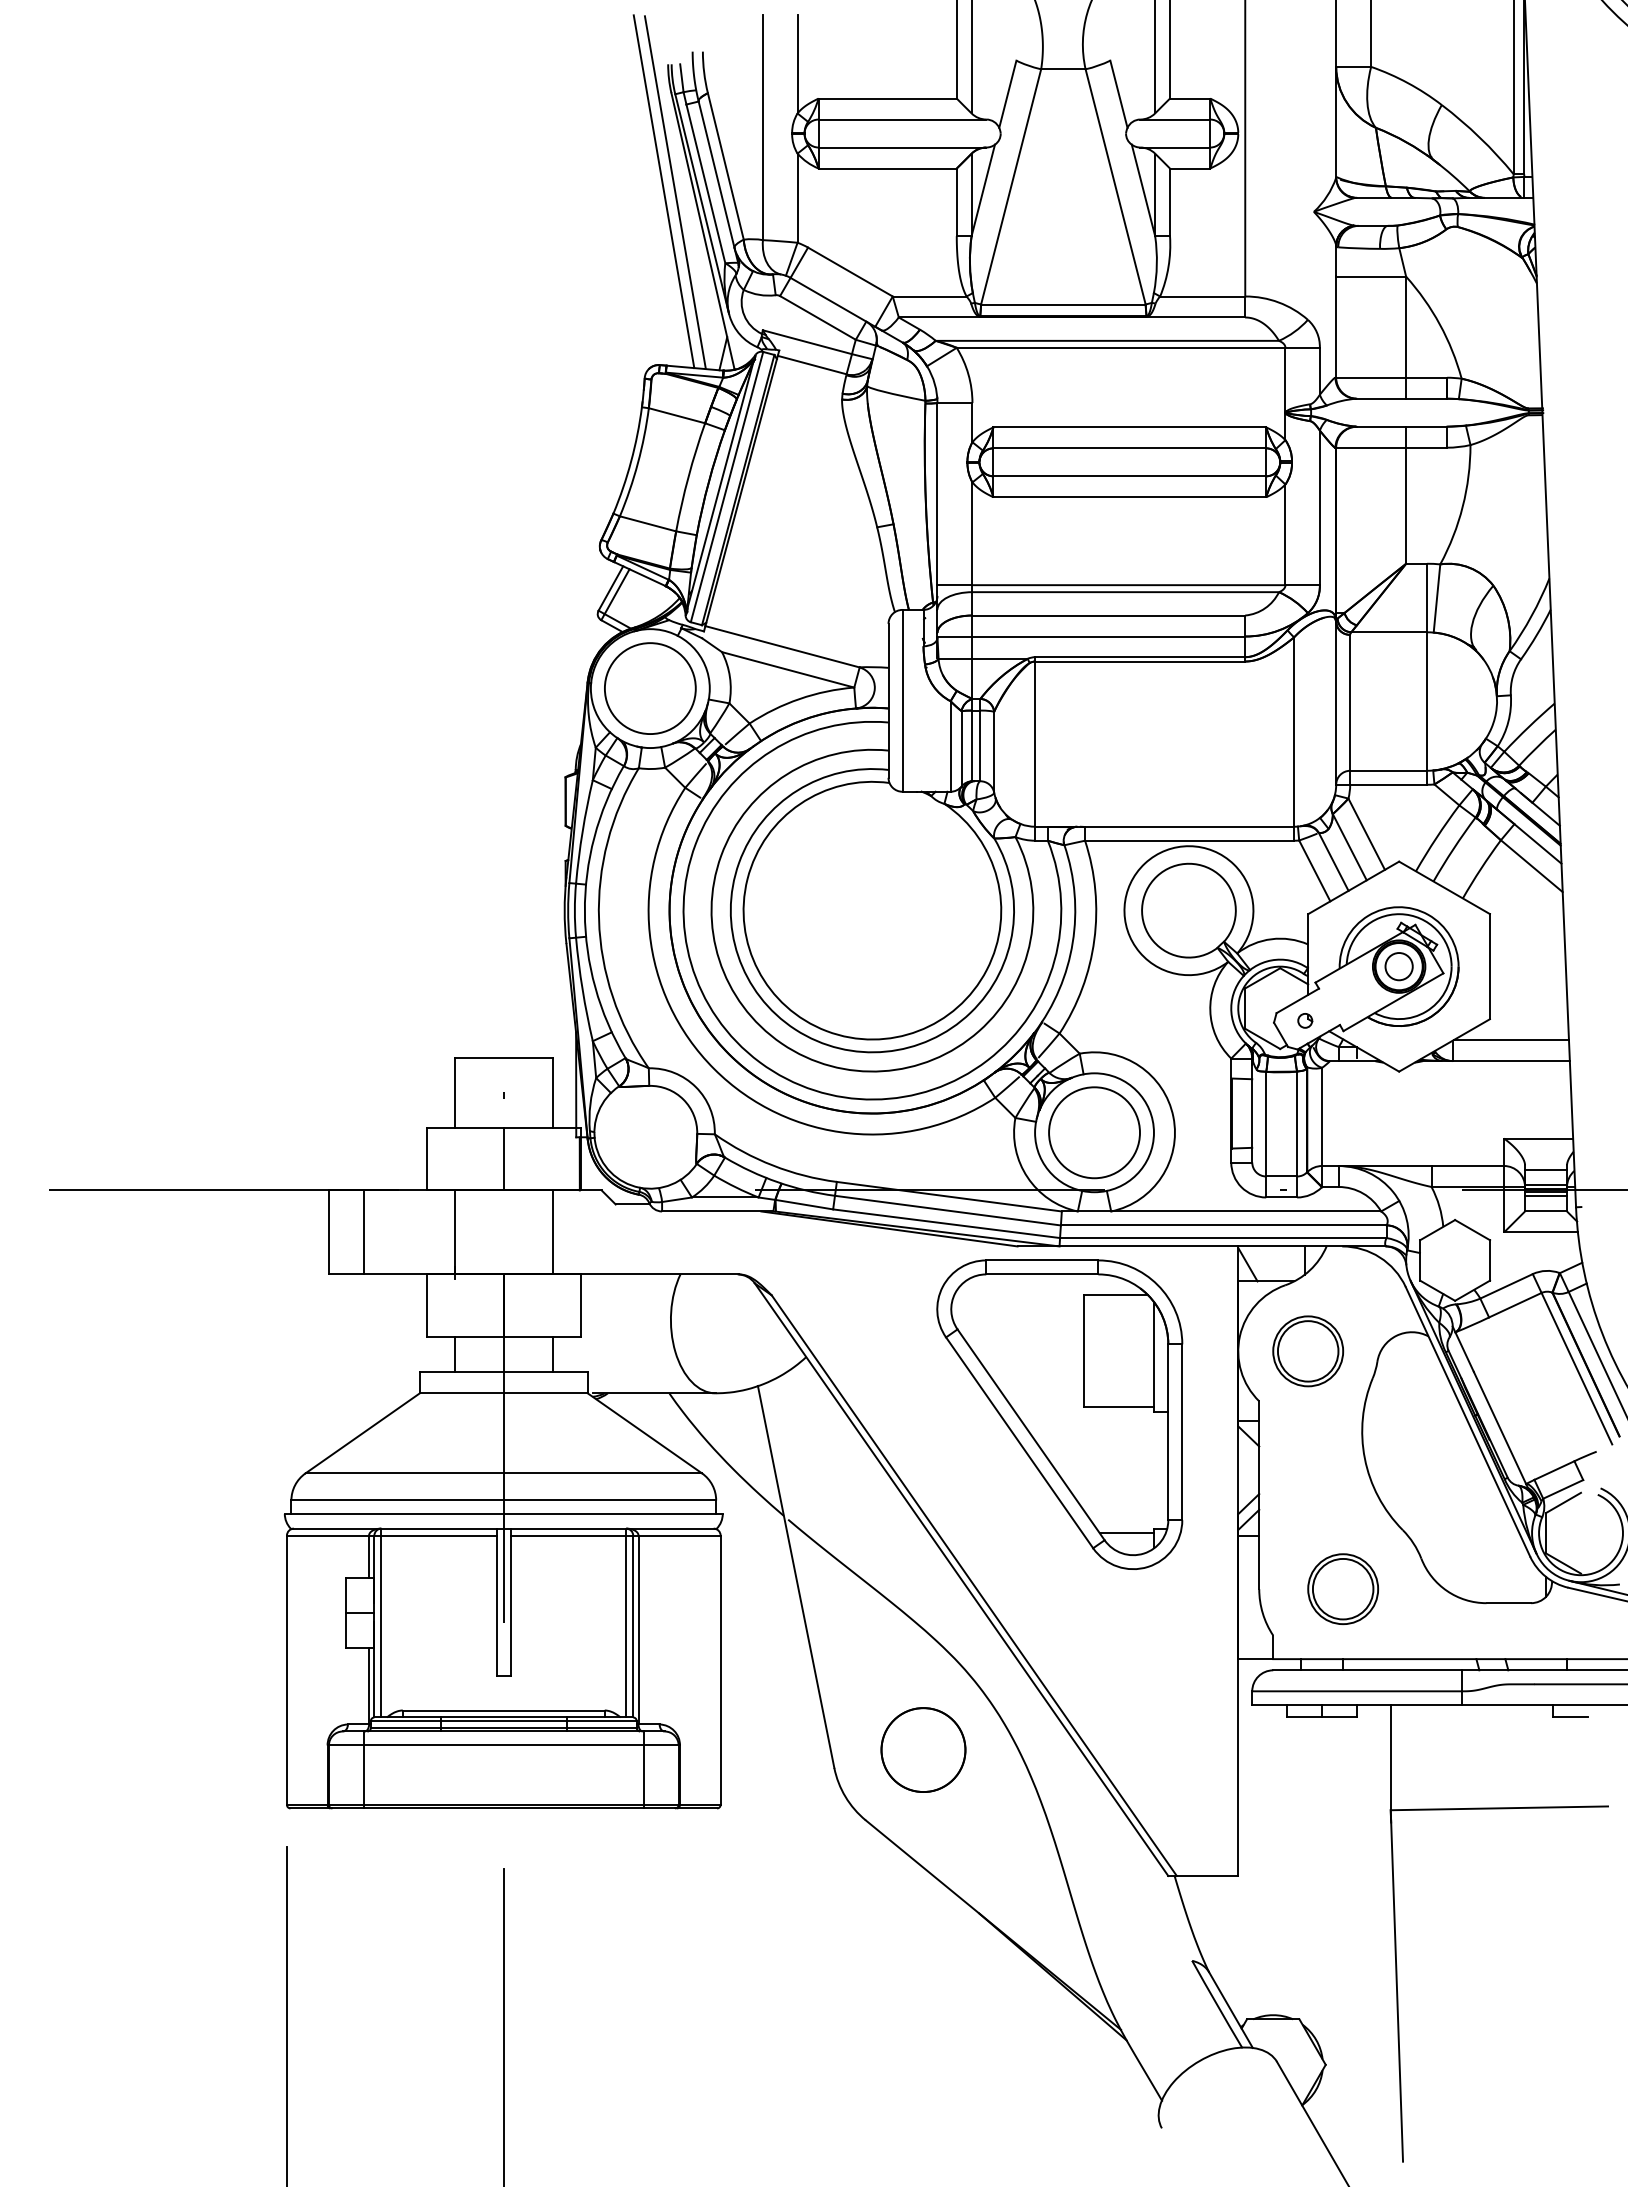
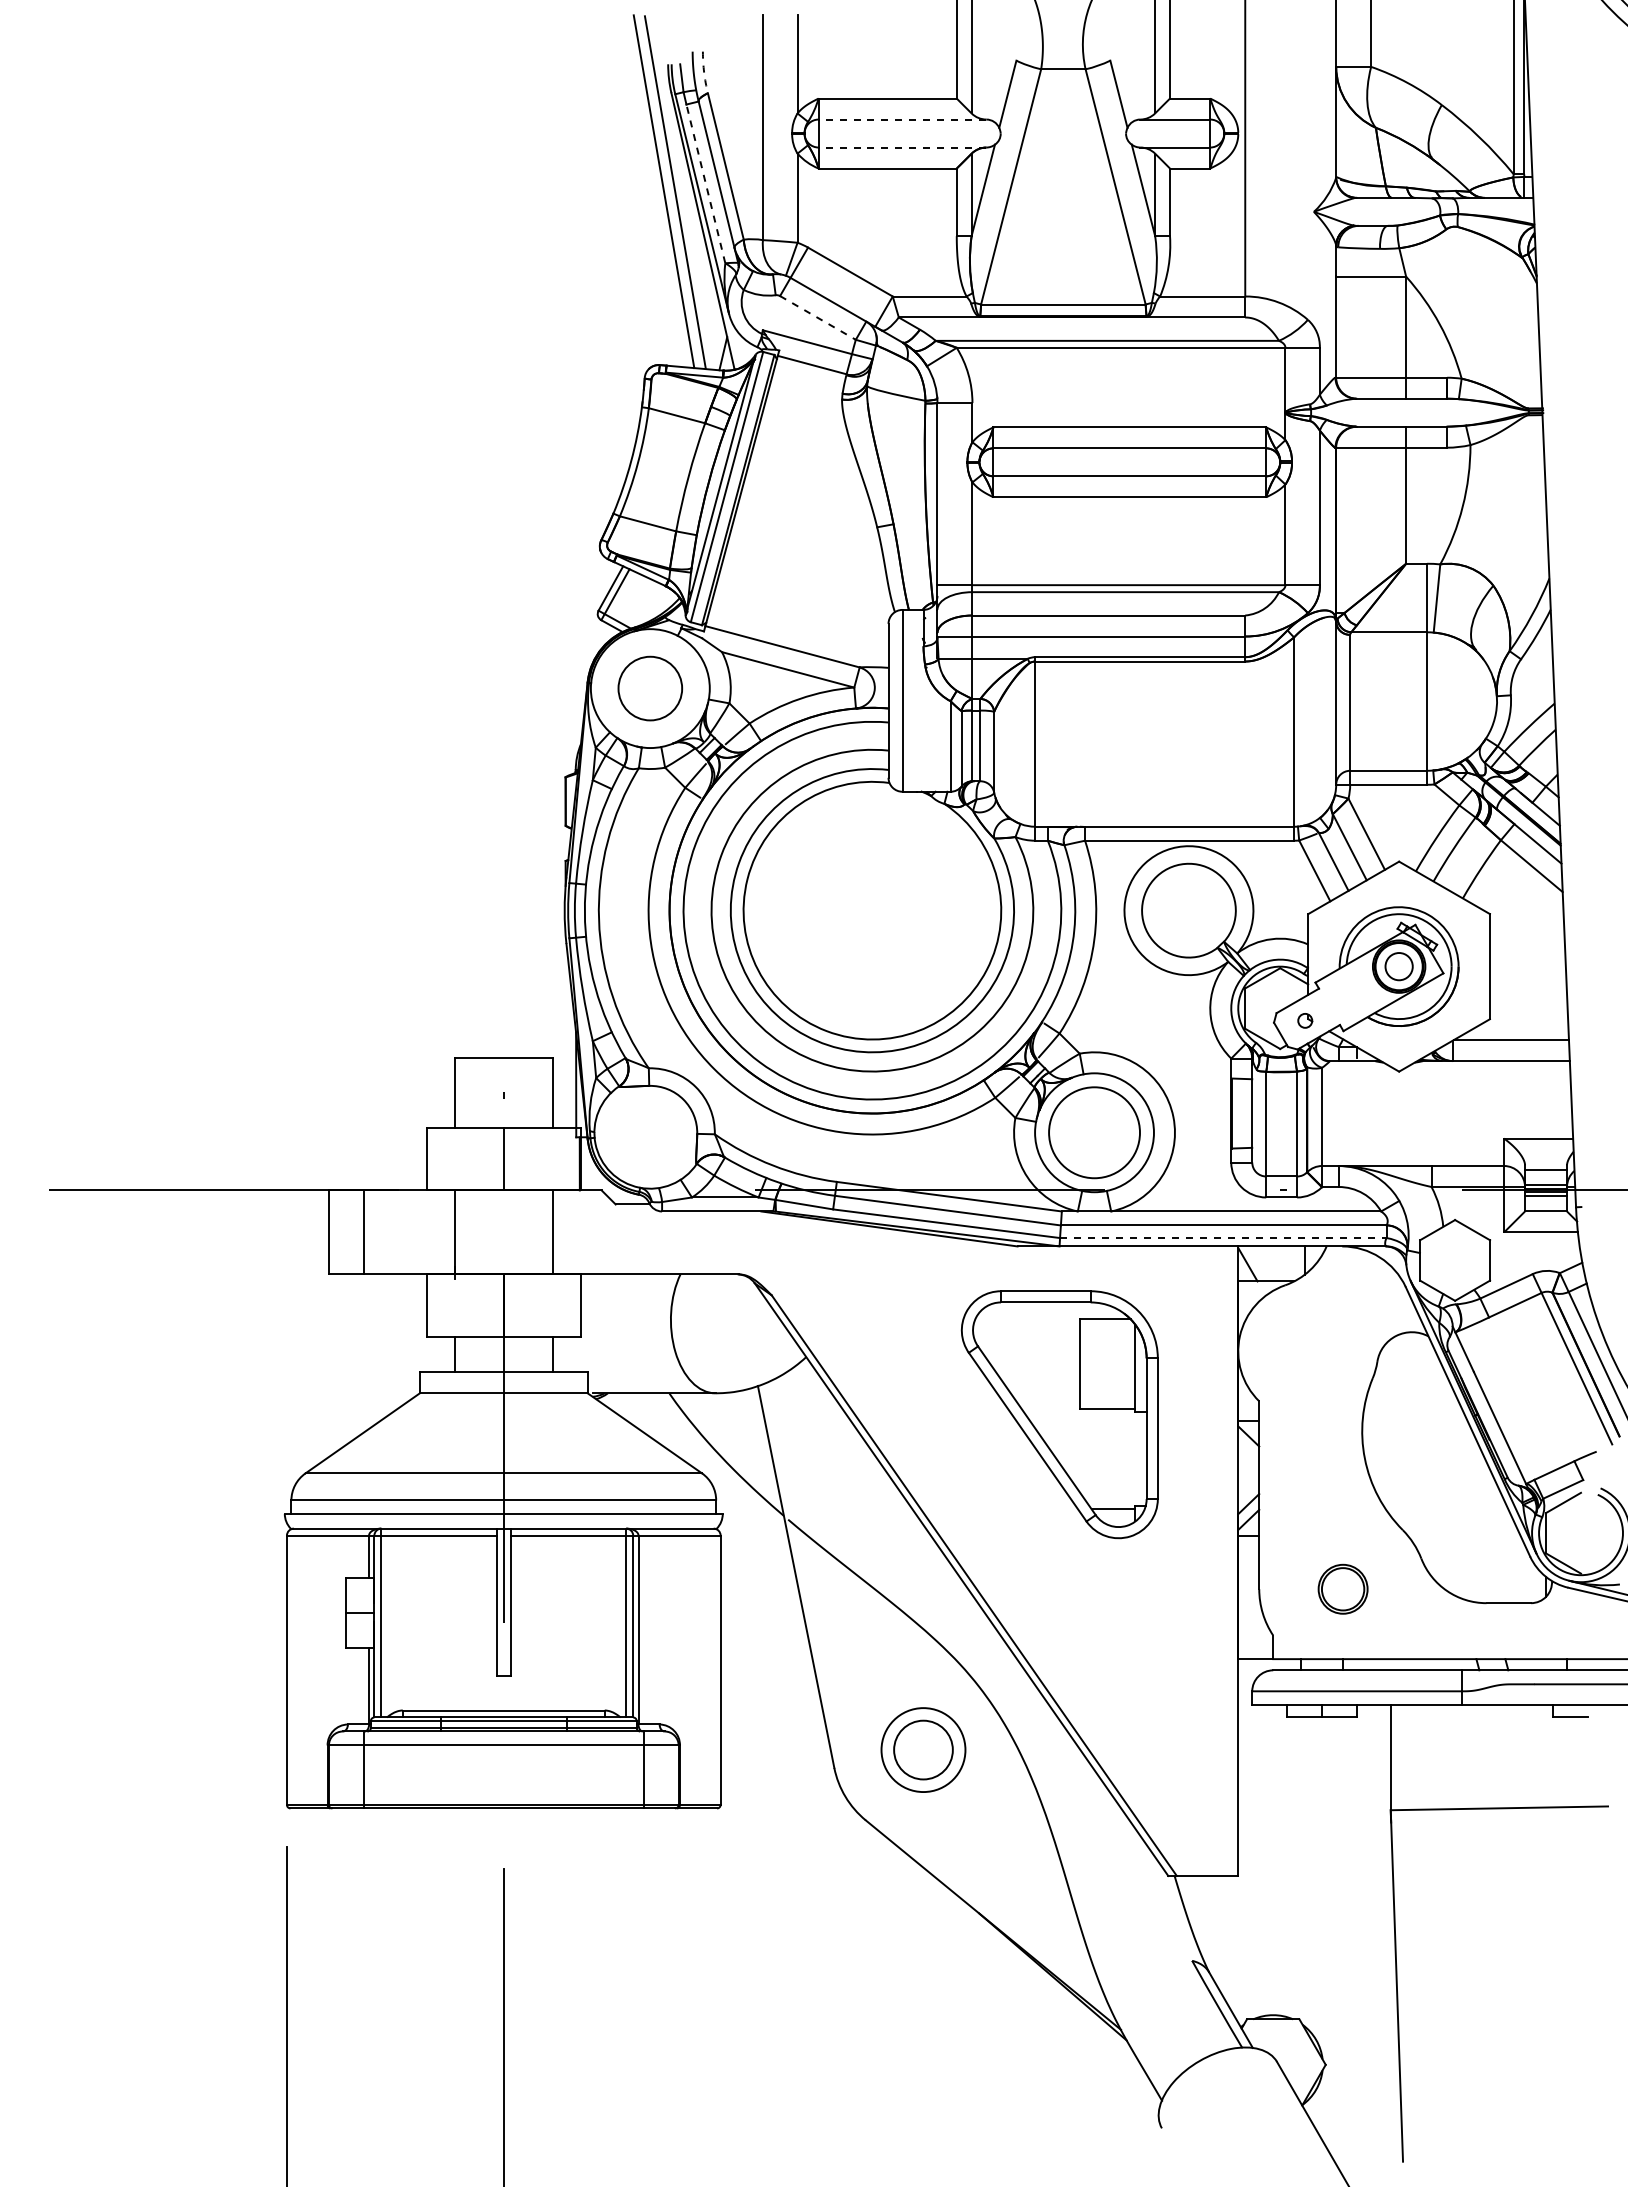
arc at (704, 72): solid -> dashed
line at (902, 119): solid -> dashed
line at (902, 147): solid -> dashed
line at (705, 183): solid -> dashed
line at (817, 317): solid -> dashed
circle at (649, 688) diameter: 91 px -> 64 px
line at (1223, 1238): solid -> dashed
part at (1308, 1351): present -> none
part at (1059, 1414) size: 248x311 px -> 199x250 px
part at (1342, 1589) size: 72x73 px -> 52x52 px
circle at (923, 1750) diameter: 84 px -> 59 px
